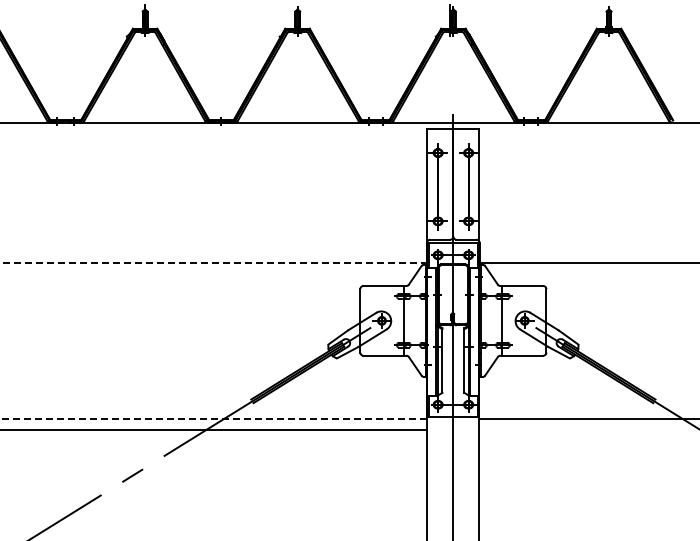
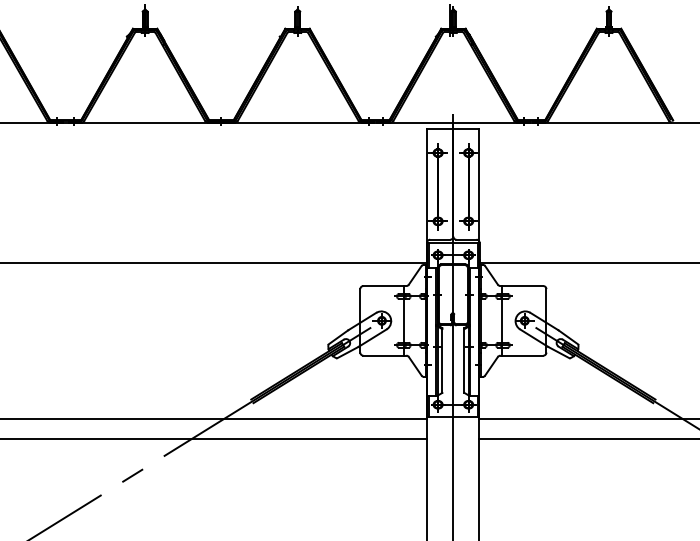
line at (214, 262): dashed -> solid
line at (213, 419): dashed -> solid
line at (214, 430) position: (214, 430) -> (214, 439)
line at (587, 439): none -> present
